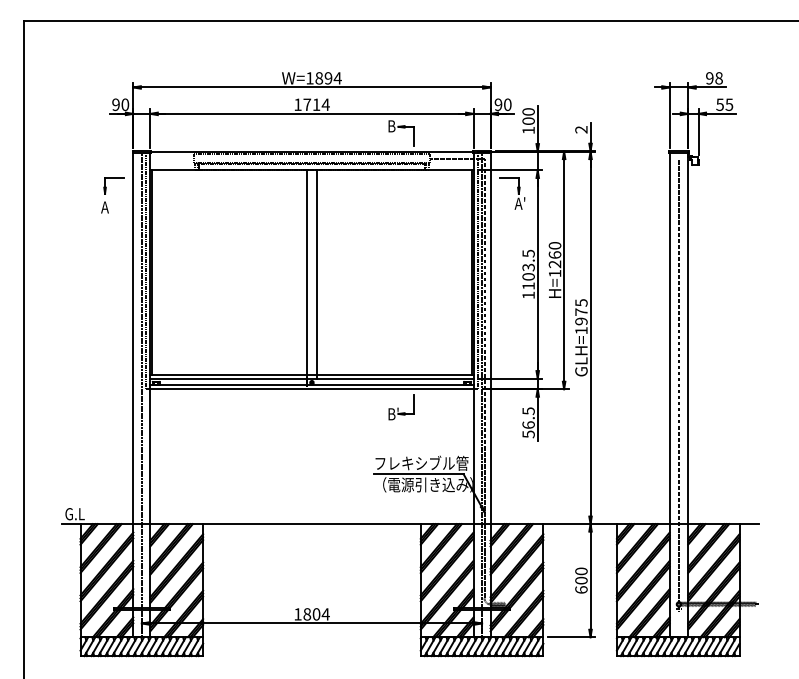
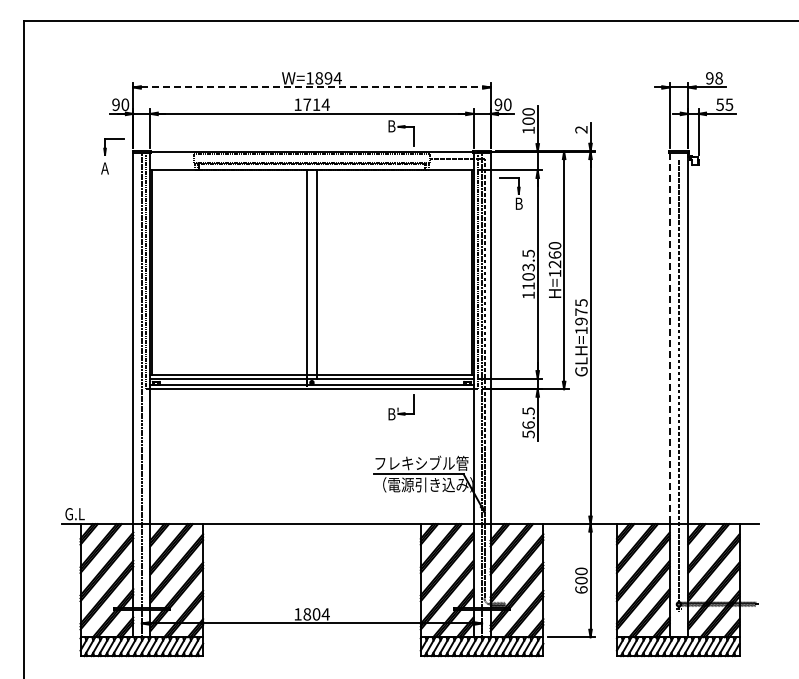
line at (312, 87): solid -> dashed
part at (106, 192) position: (106, 192) -> (106, 153)
text at (519, 203): A' -> B
line at (669, 338): solid -> dashed
